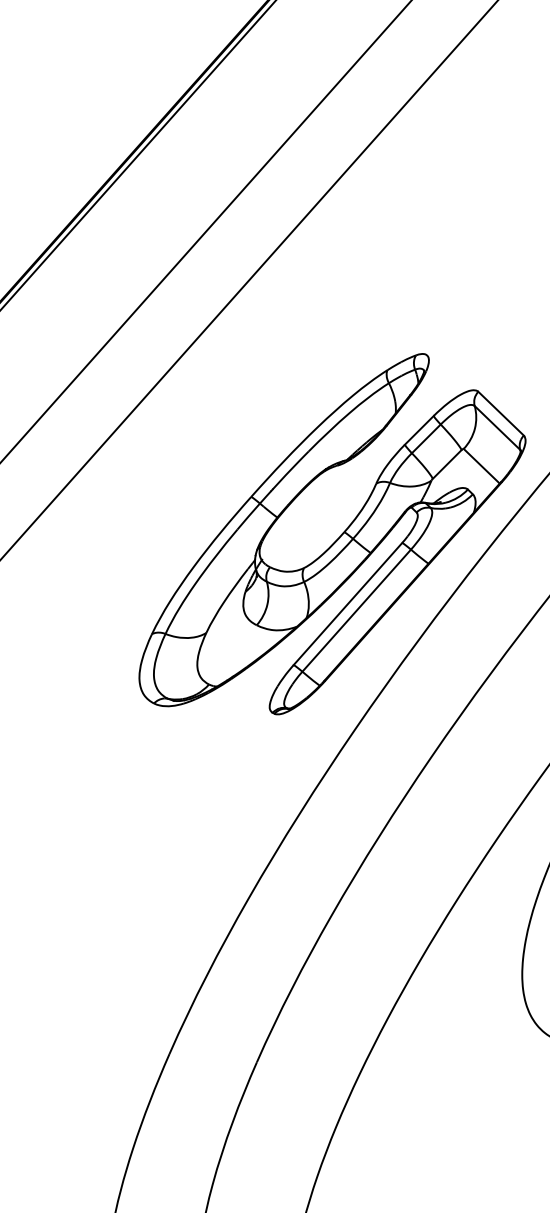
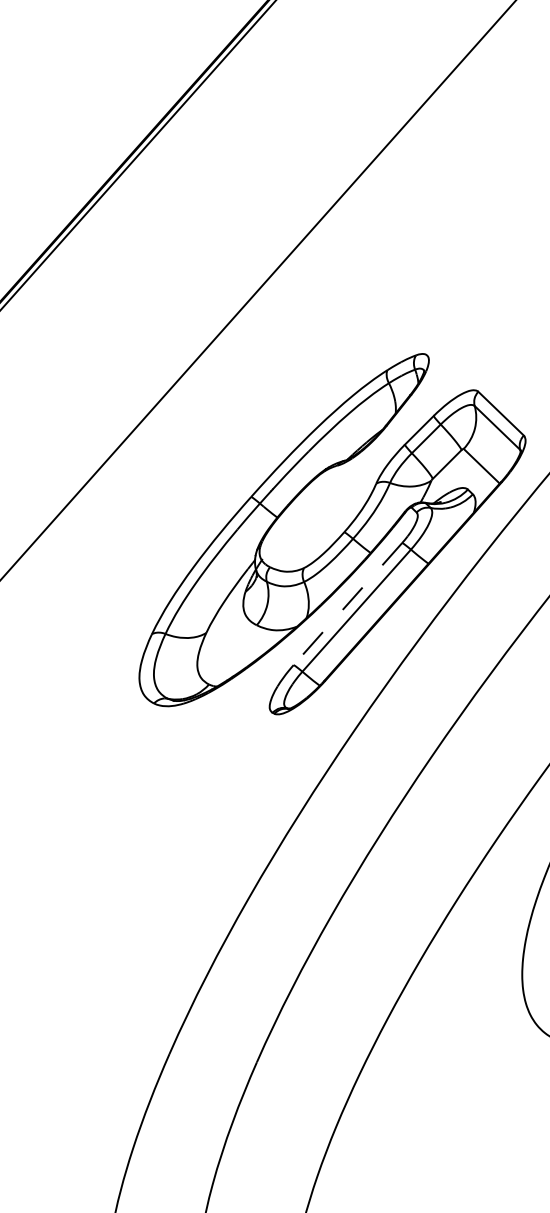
line at (205, 231): present -> none
line at (249, 279) position: (249, 279) -> (258, 290)
line at (347, 604): solid -> dashed
